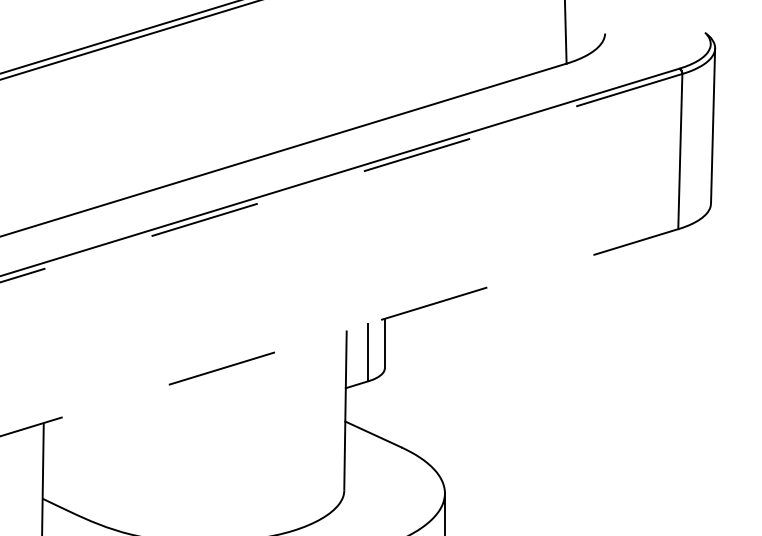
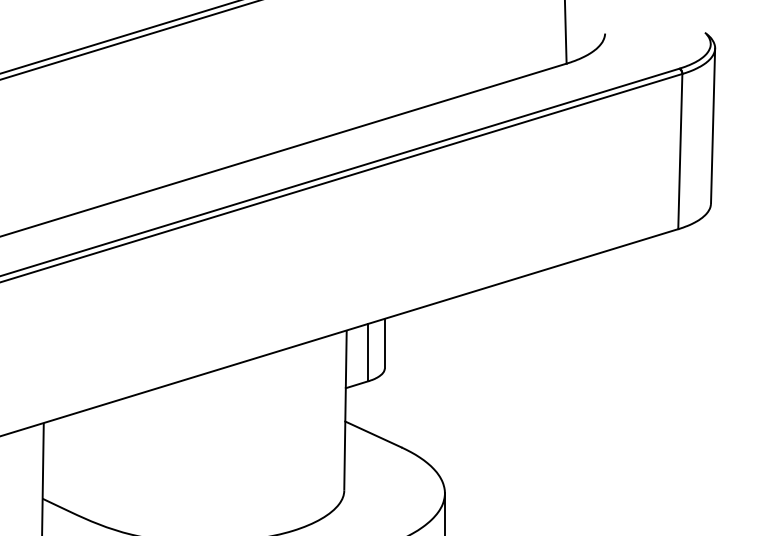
line at (341, 178): dashed -> solid
line at (339, 332): dashed -> solid
